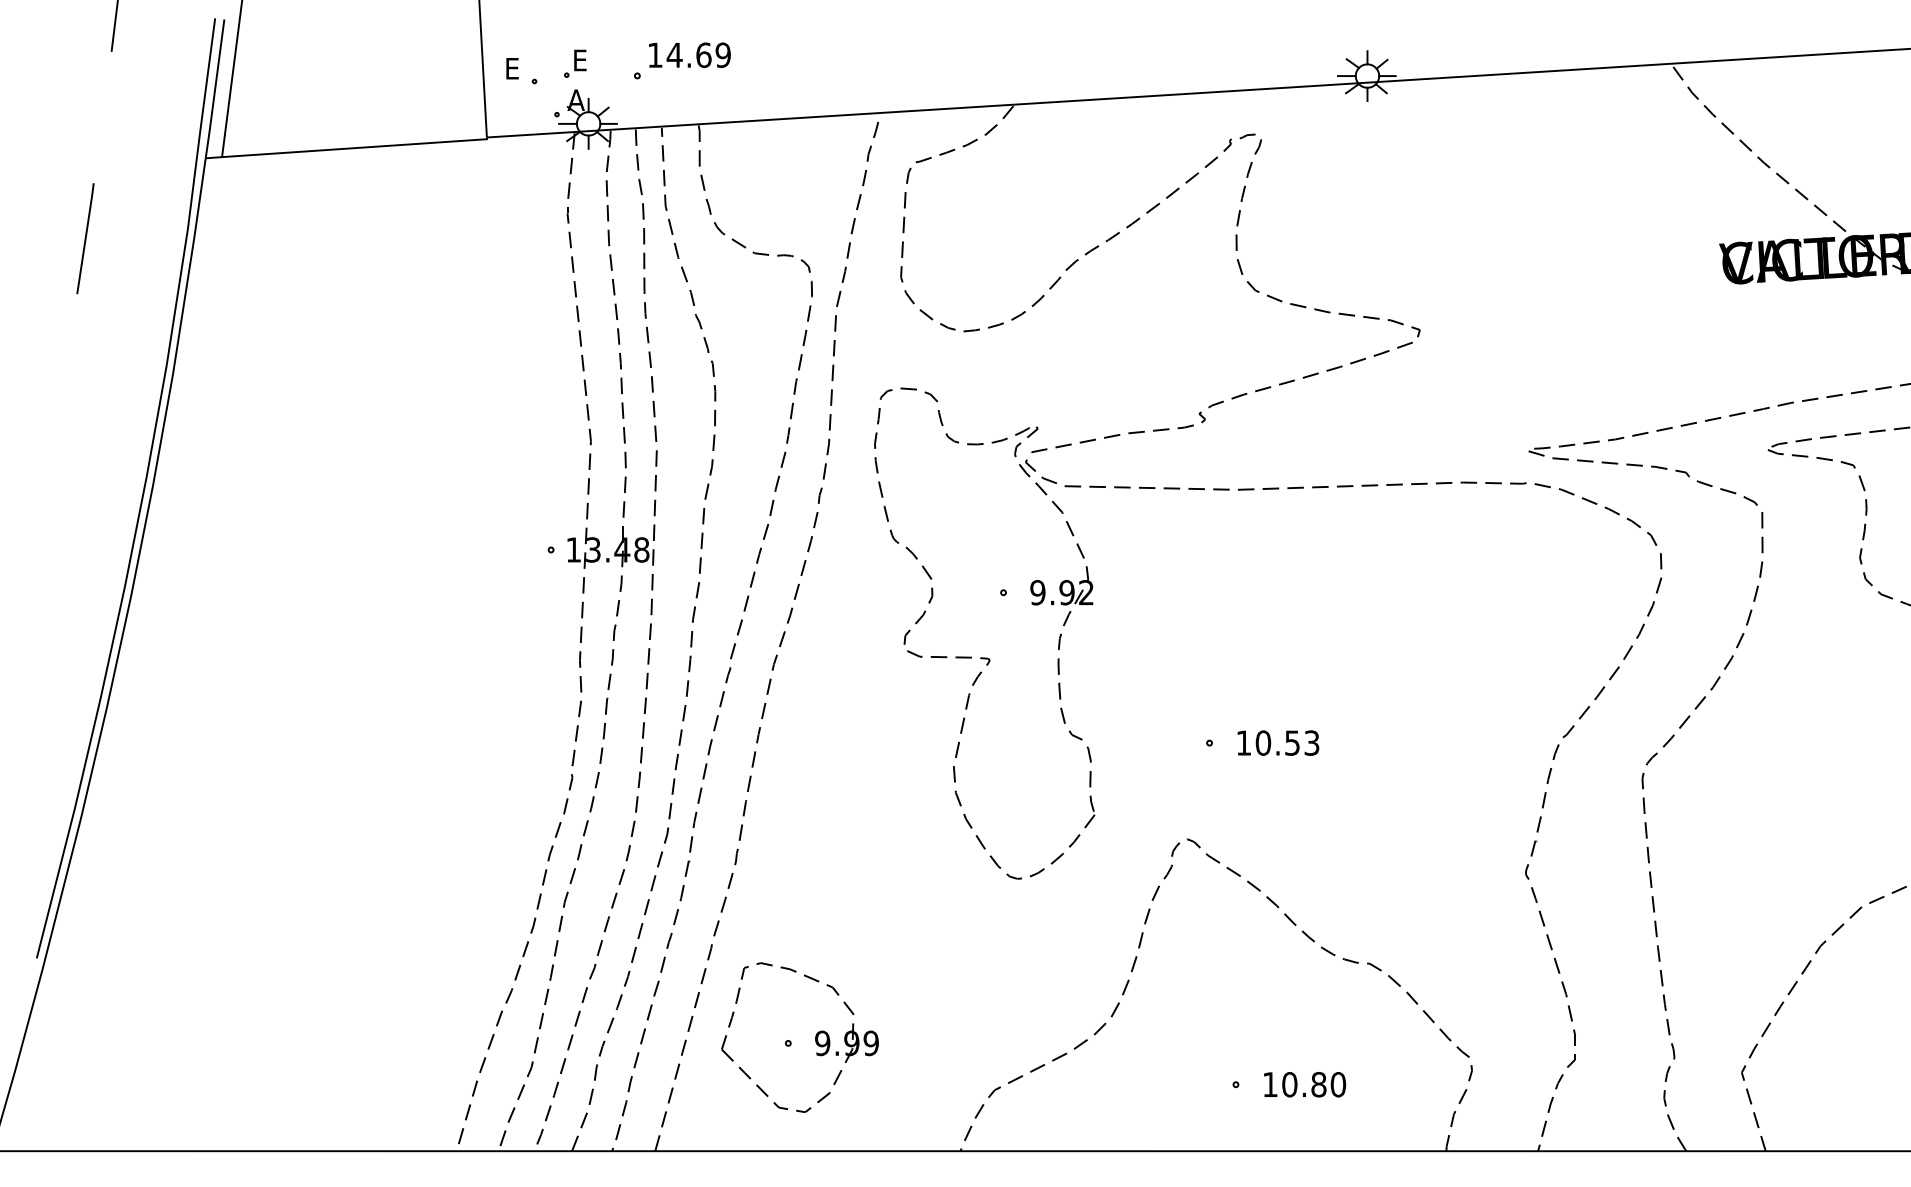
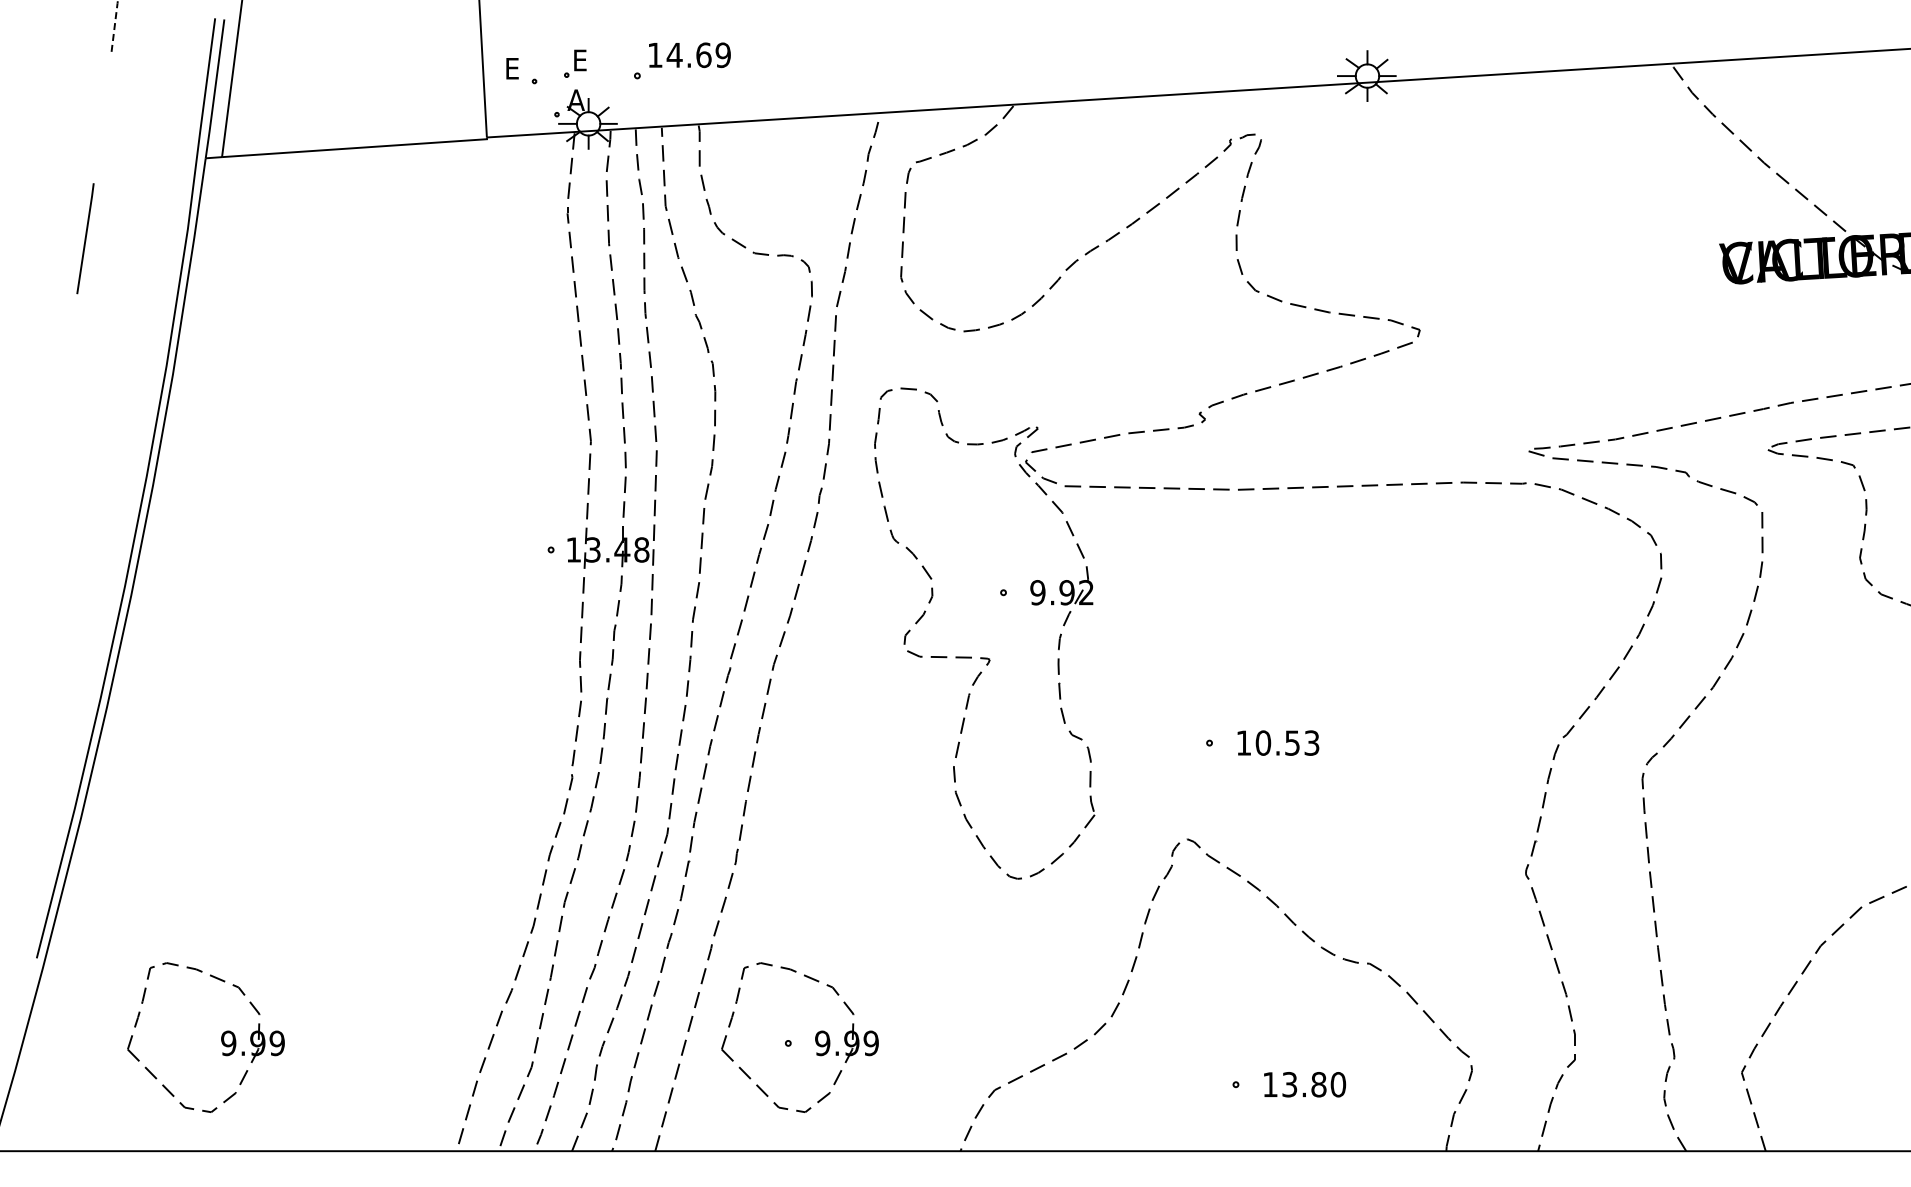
line at (114, 25): solid -> dashed
part at (221, 1037): none -> present
text at (1289, 1084): 10.80 -> 13.80
